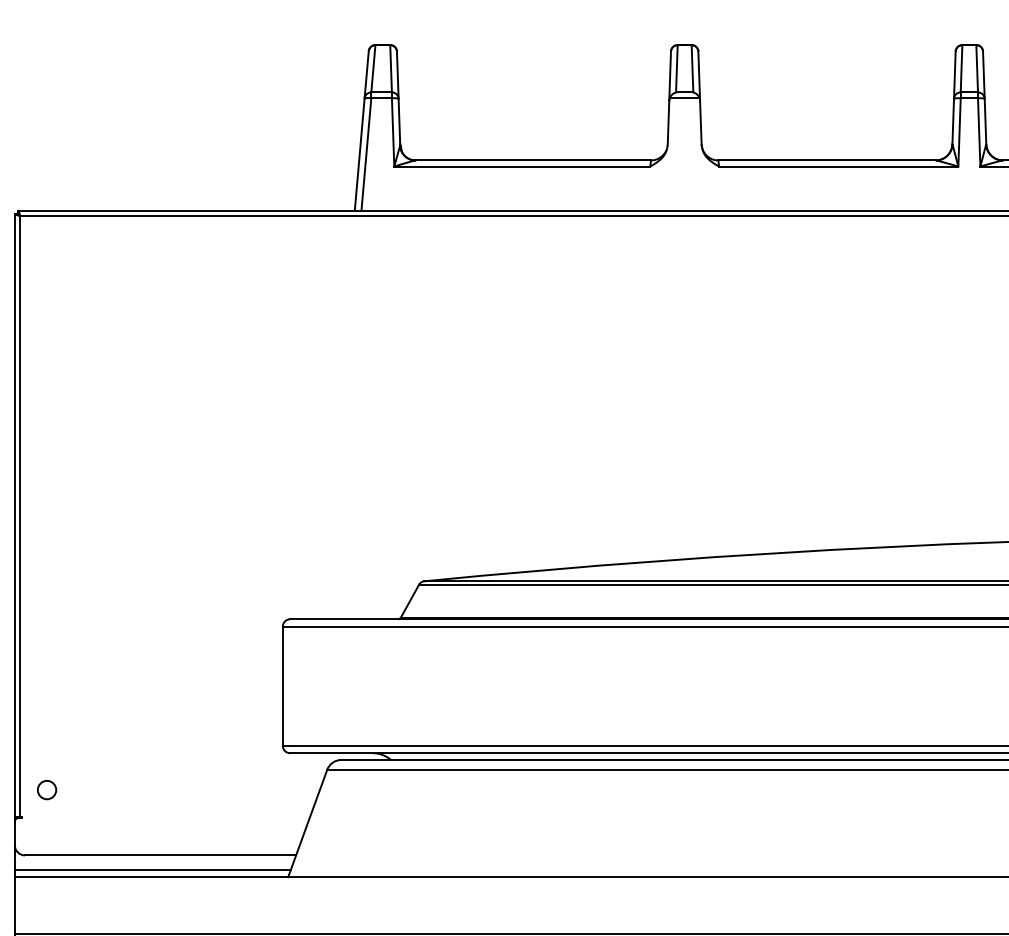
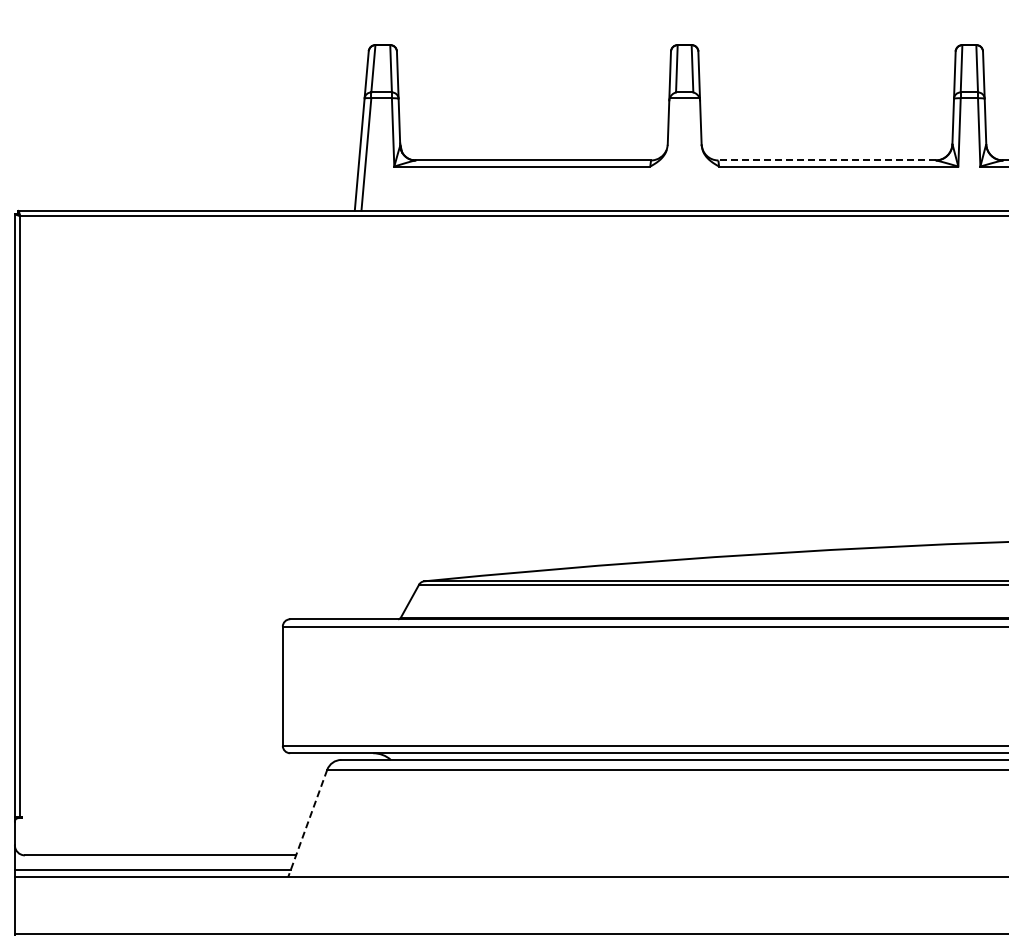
line at (827, 160): solid -> dashed
circle at (47, 790): present -> none
line at (307, 823): solid -> dashed
